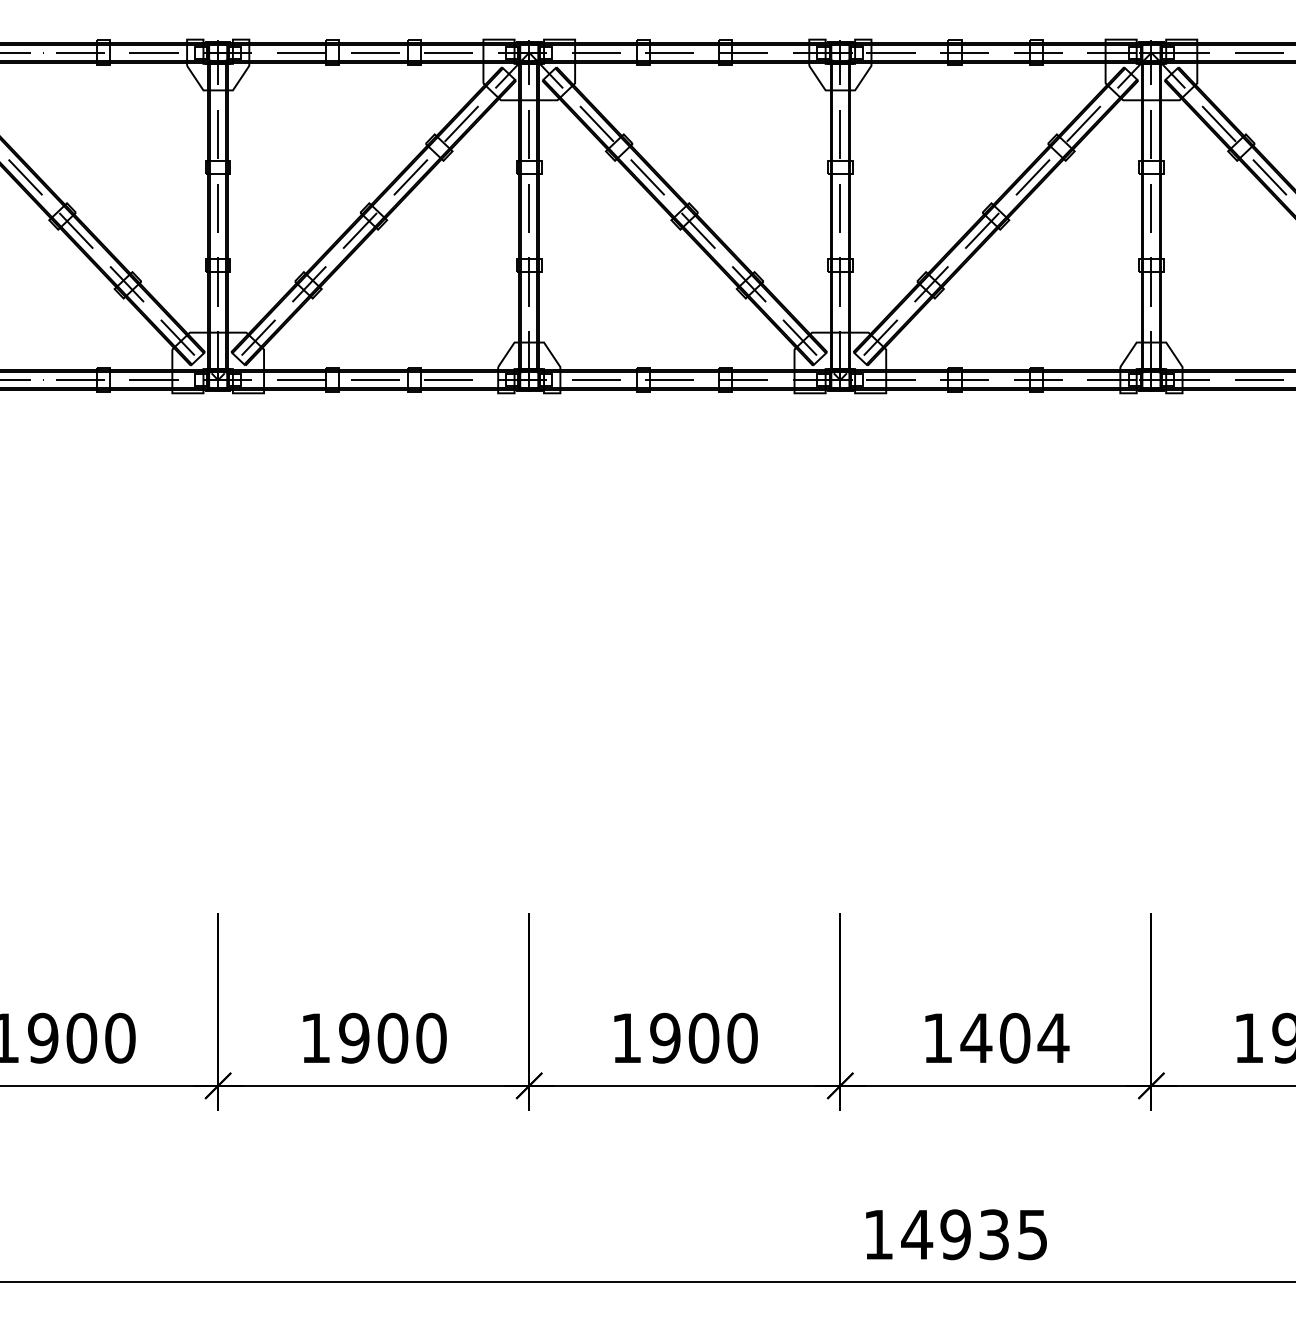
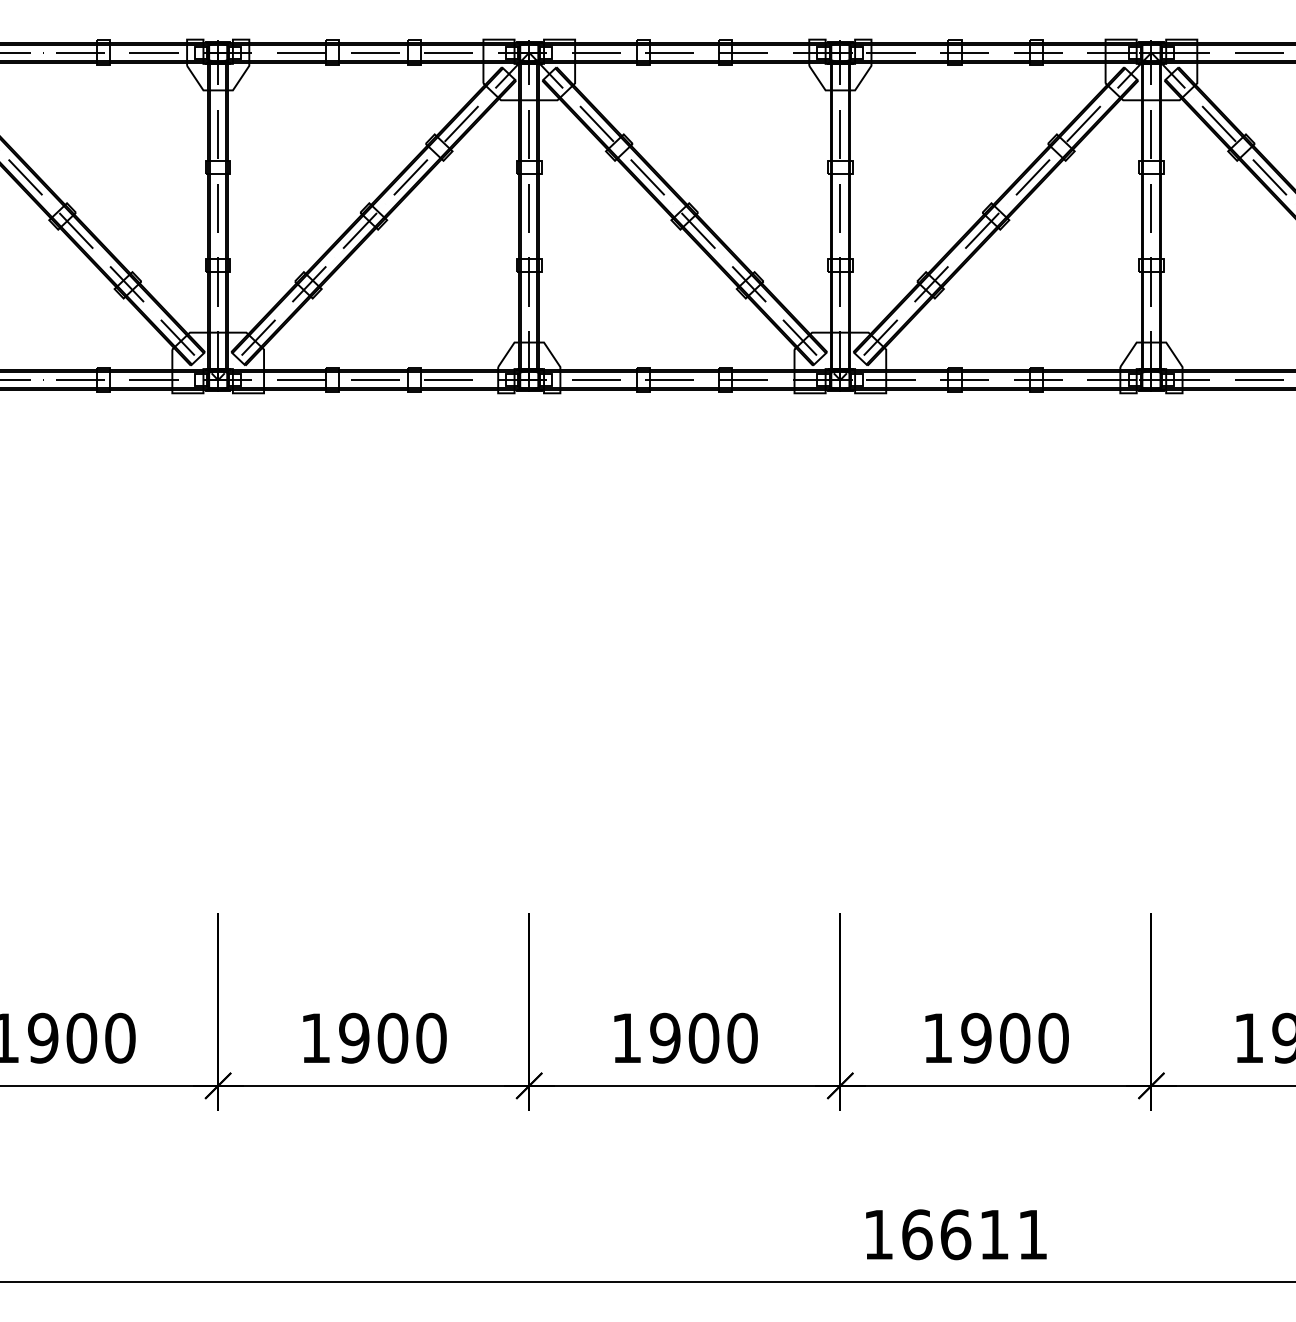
text at (1014, 1037): 1404 -> 1900
text at (973, 1234): 14935 -> 16611
